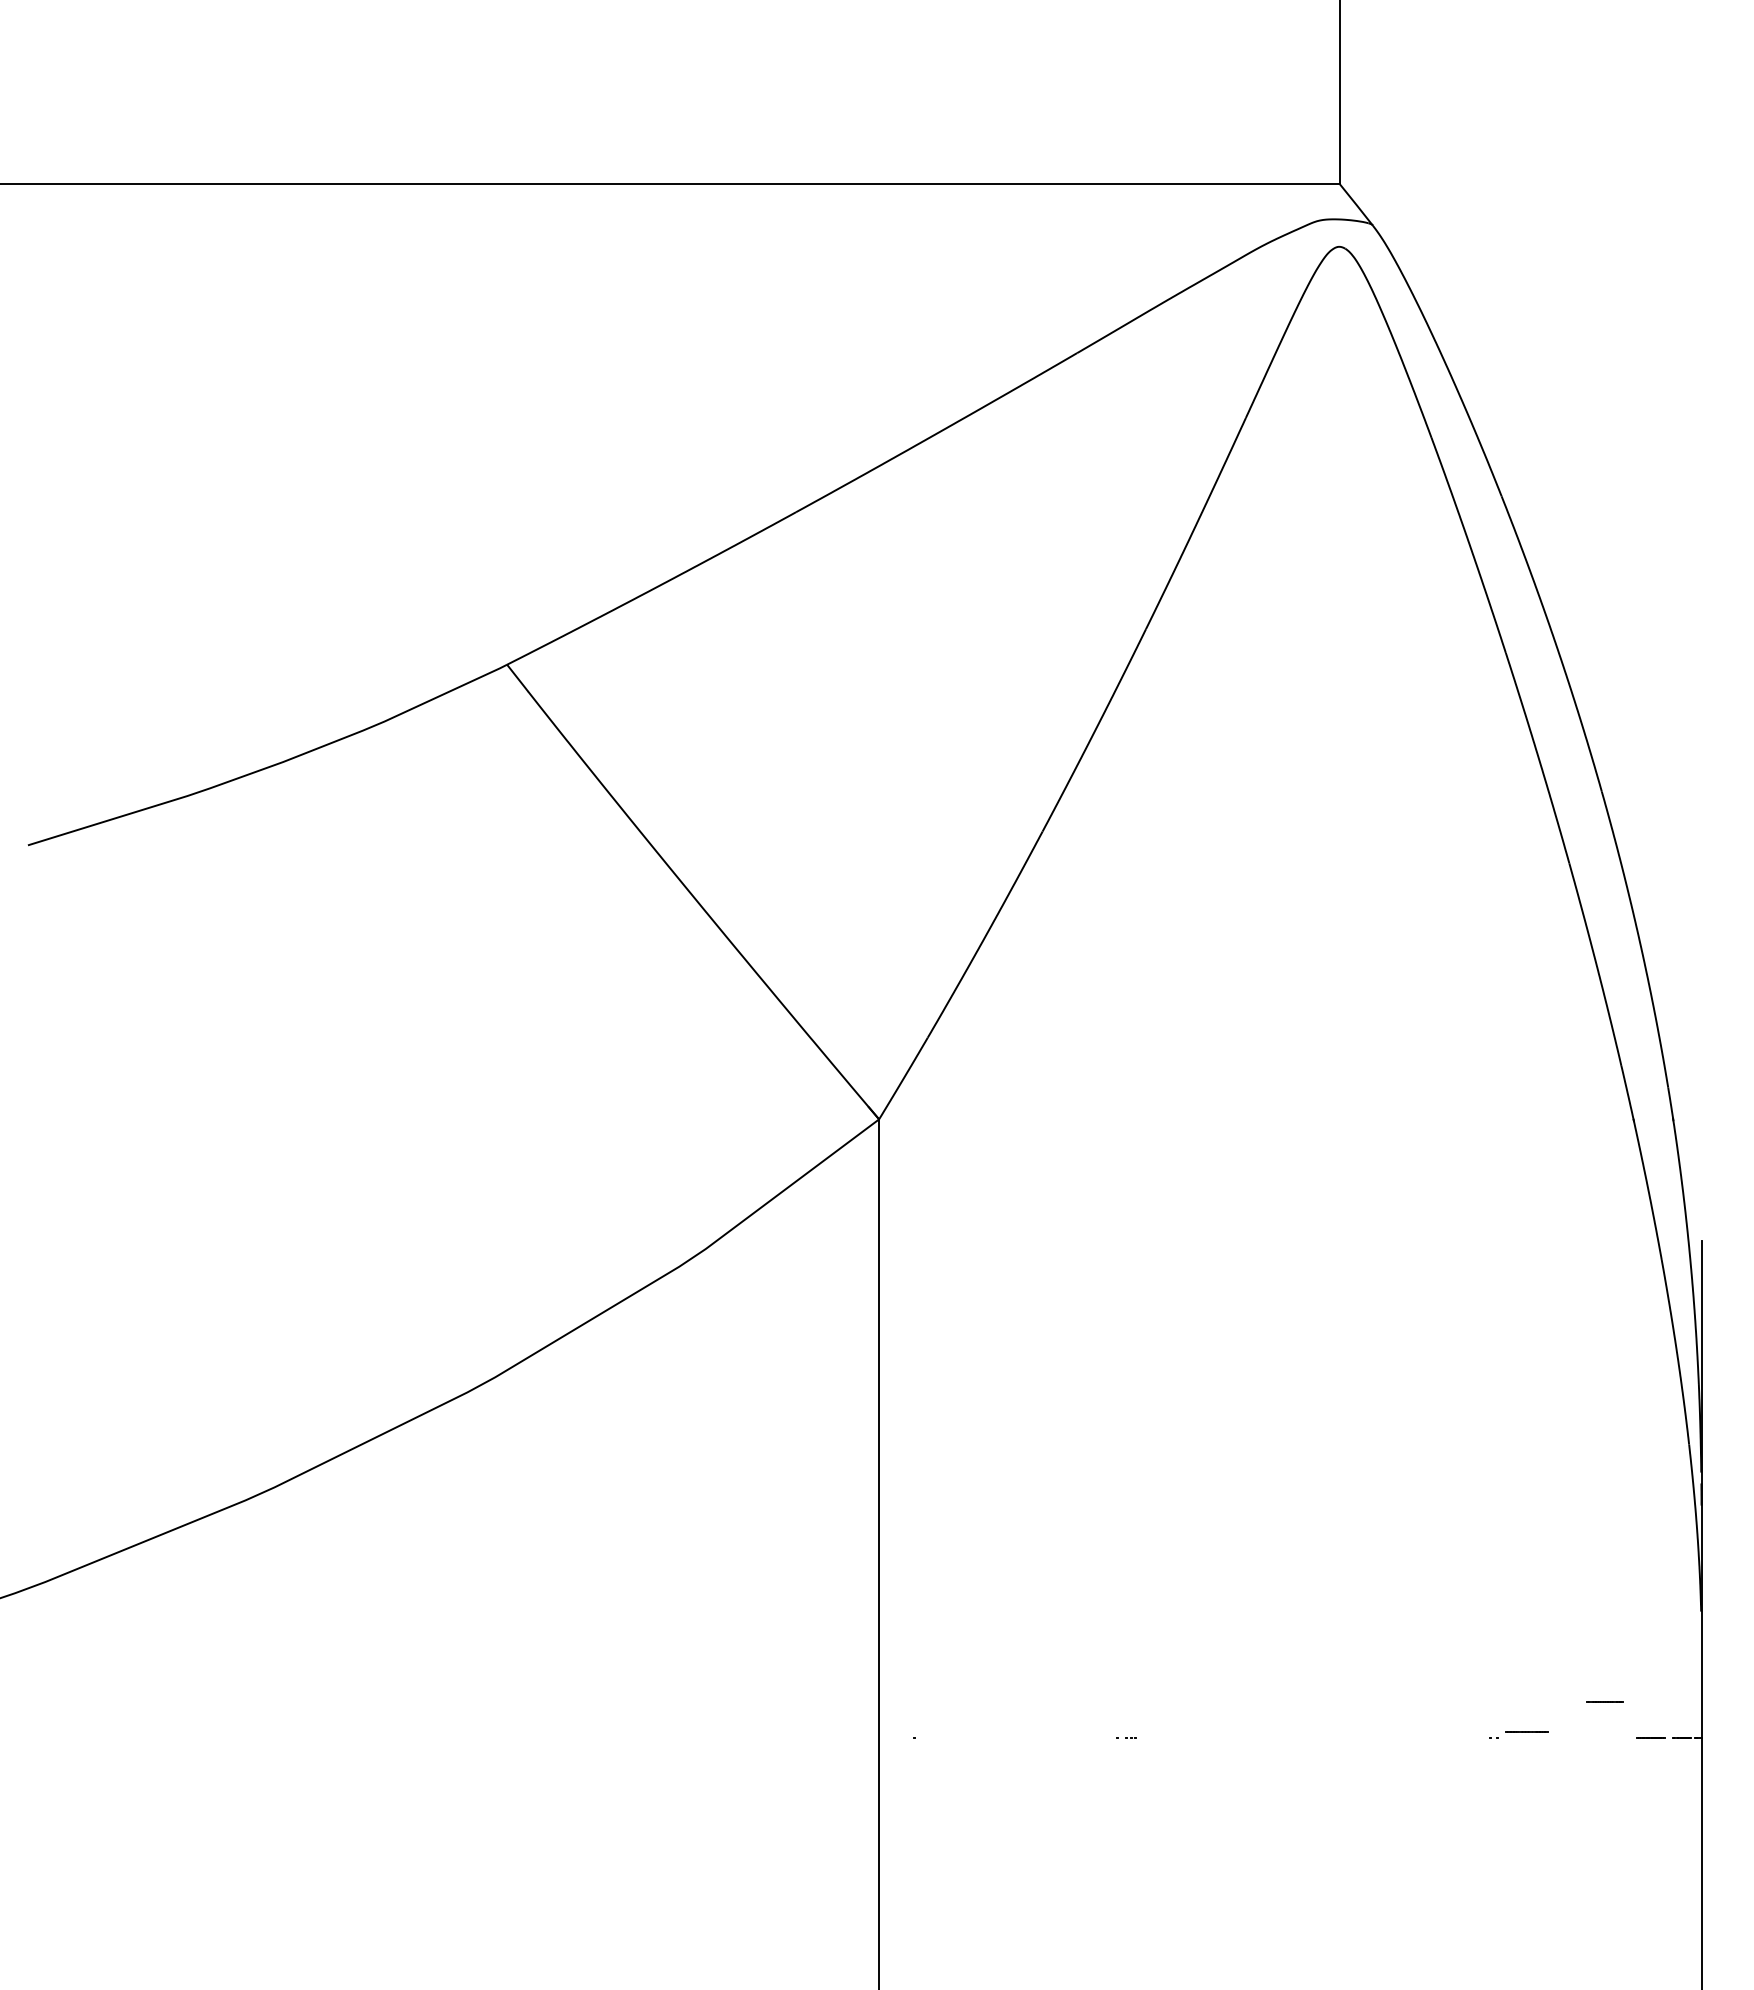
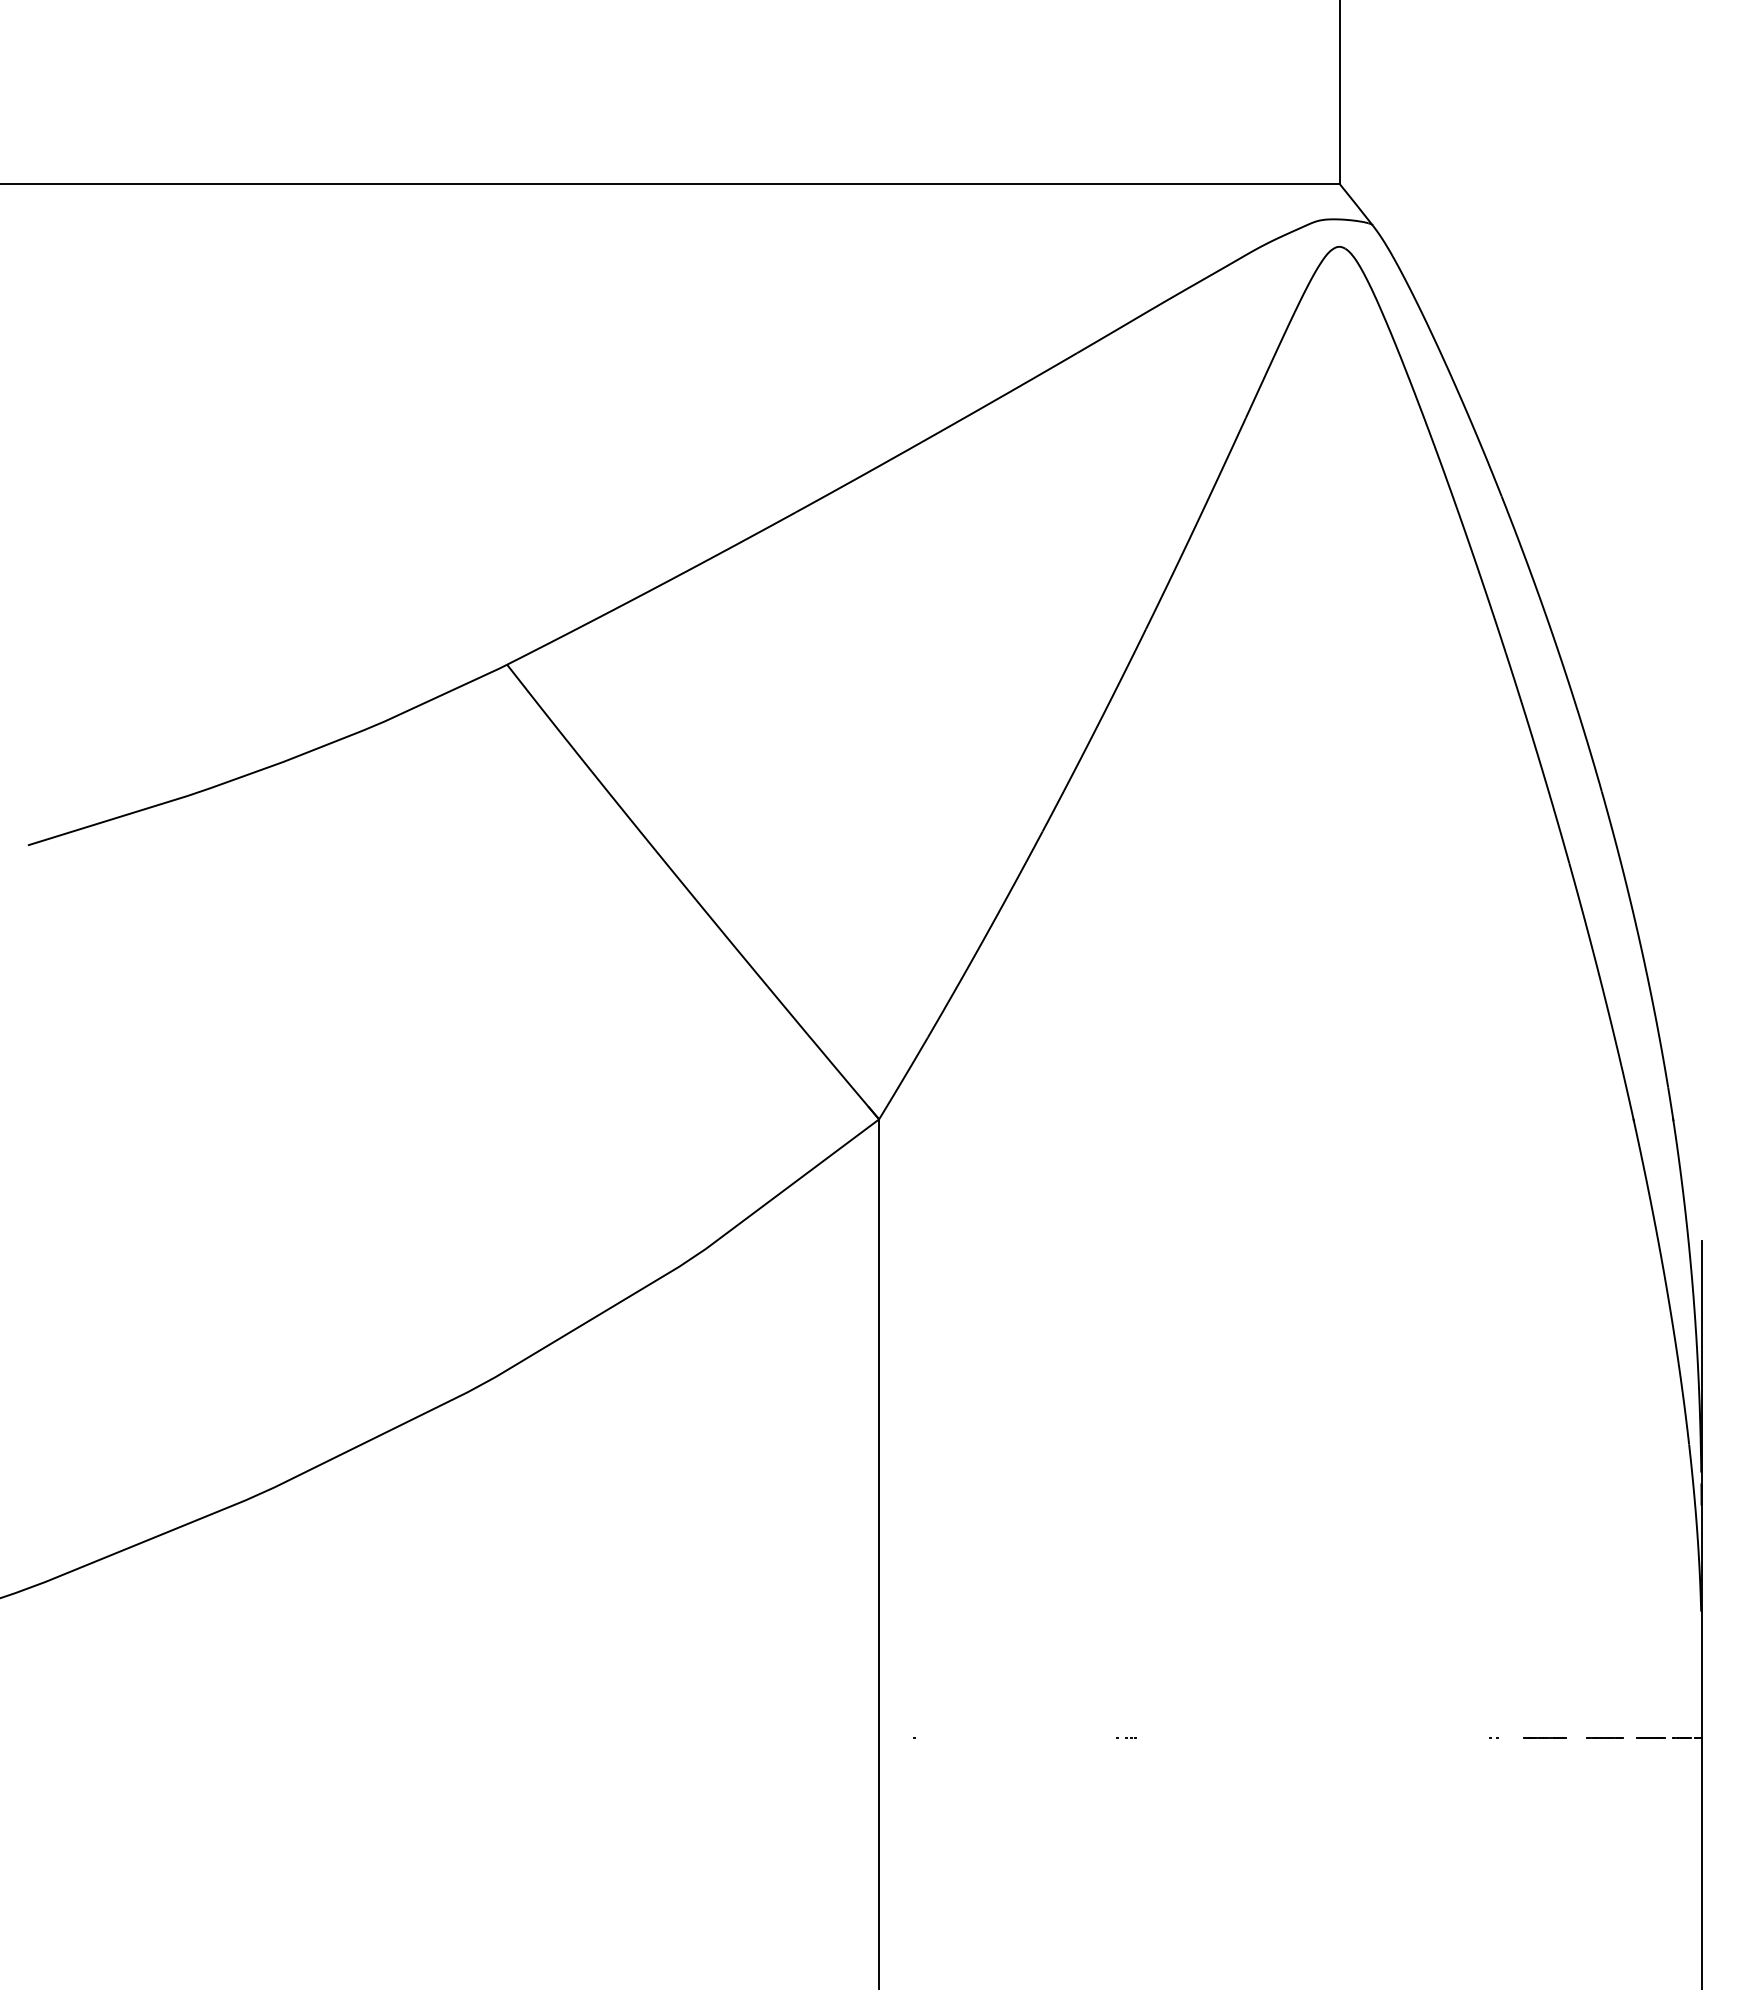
line at (1604, 1701) position: (1604, 1701) -> (1604, 1737)
line at (1526, 1731) position: (1526, 1731) -> (1544, 1737)
